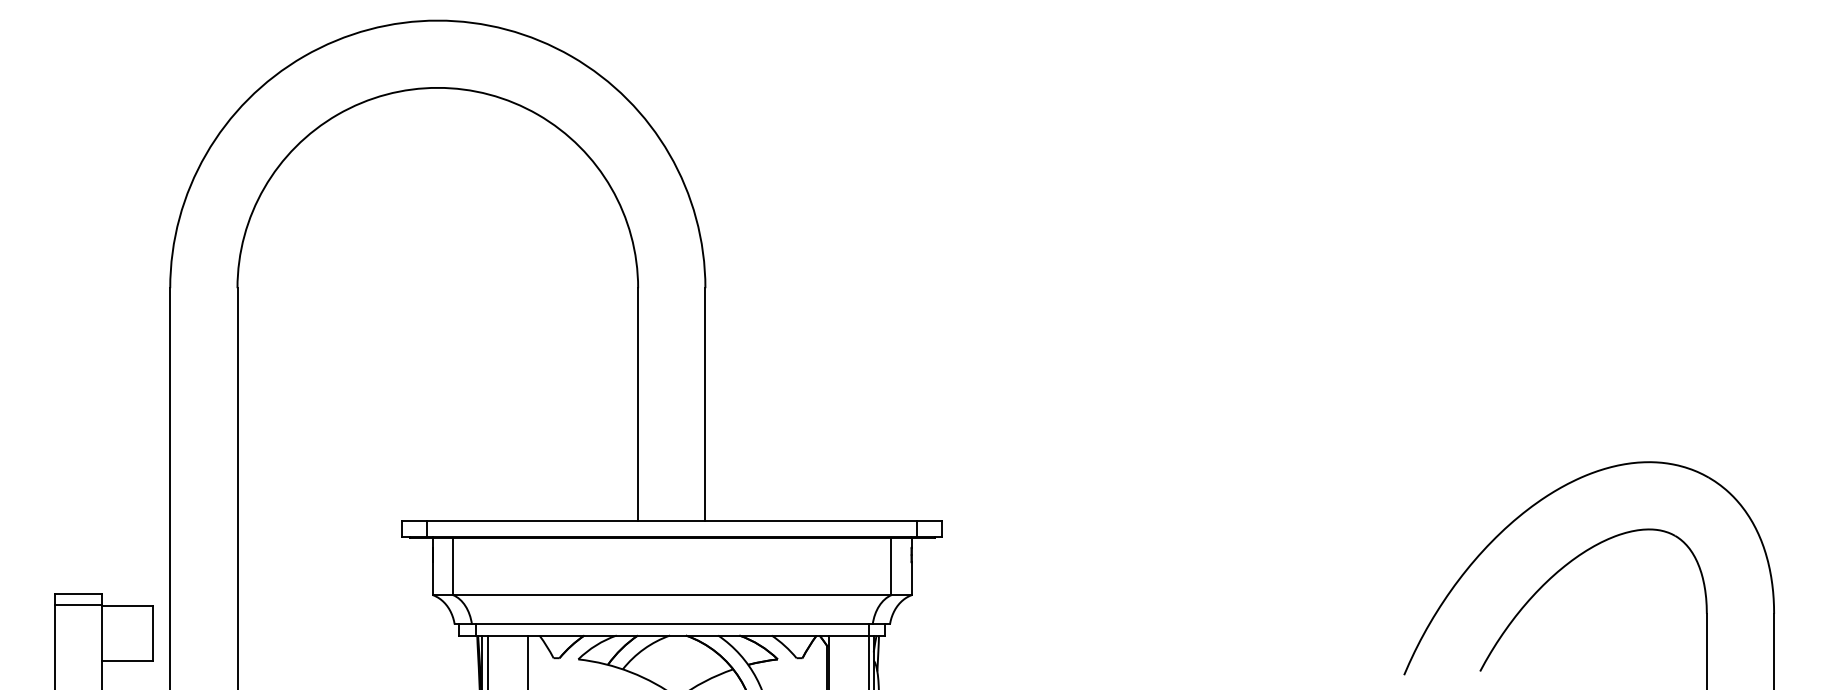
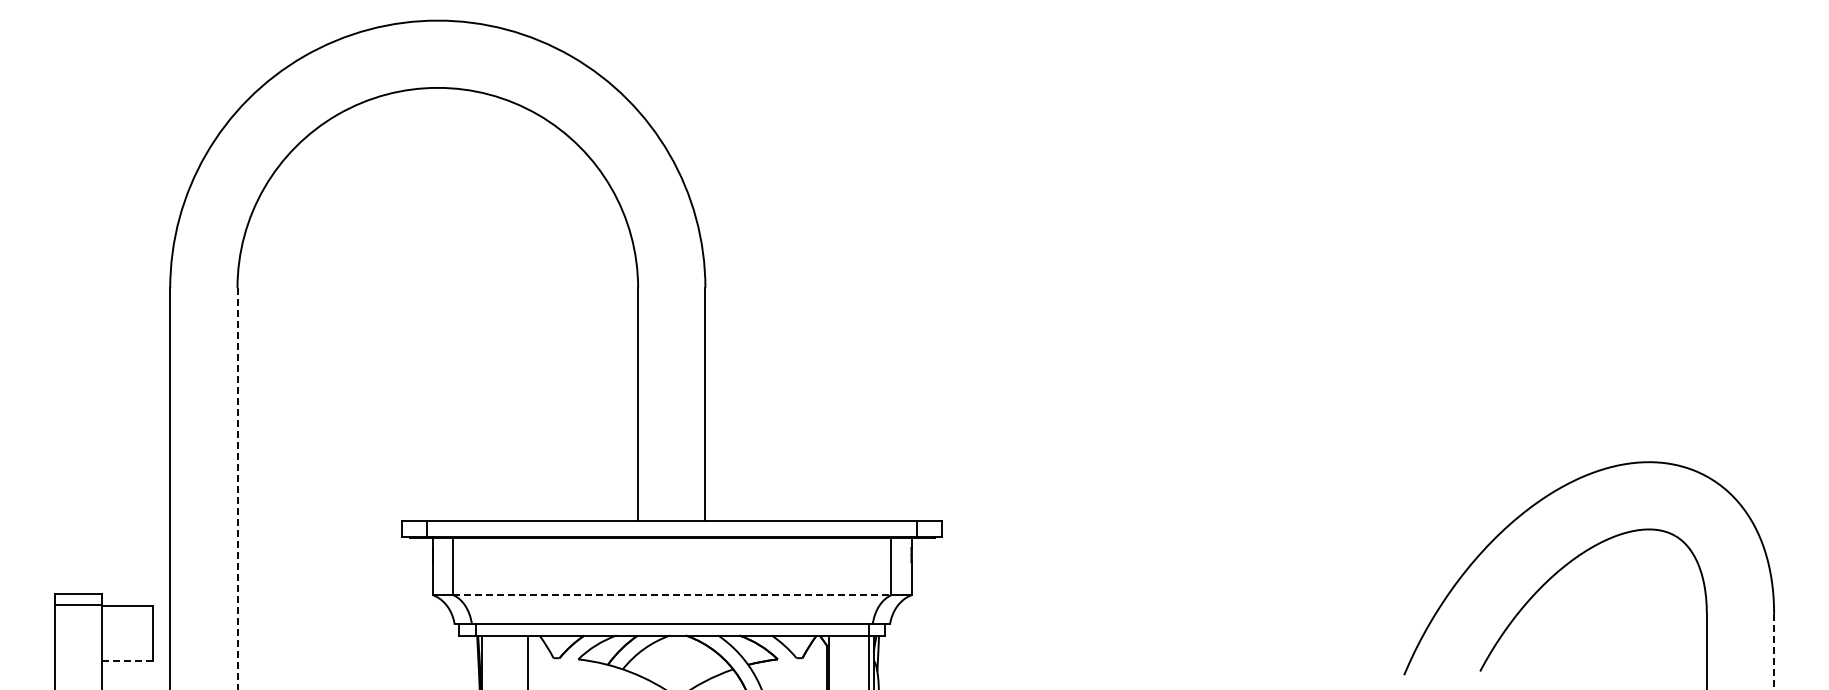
line at (237, 489): solid -> dashed
line at (672, 595): solid -> dashed
line at (1774, 651): solid -> dashed
line at (128, 660): solid -> dashed
line at (487, 660): present -> none
